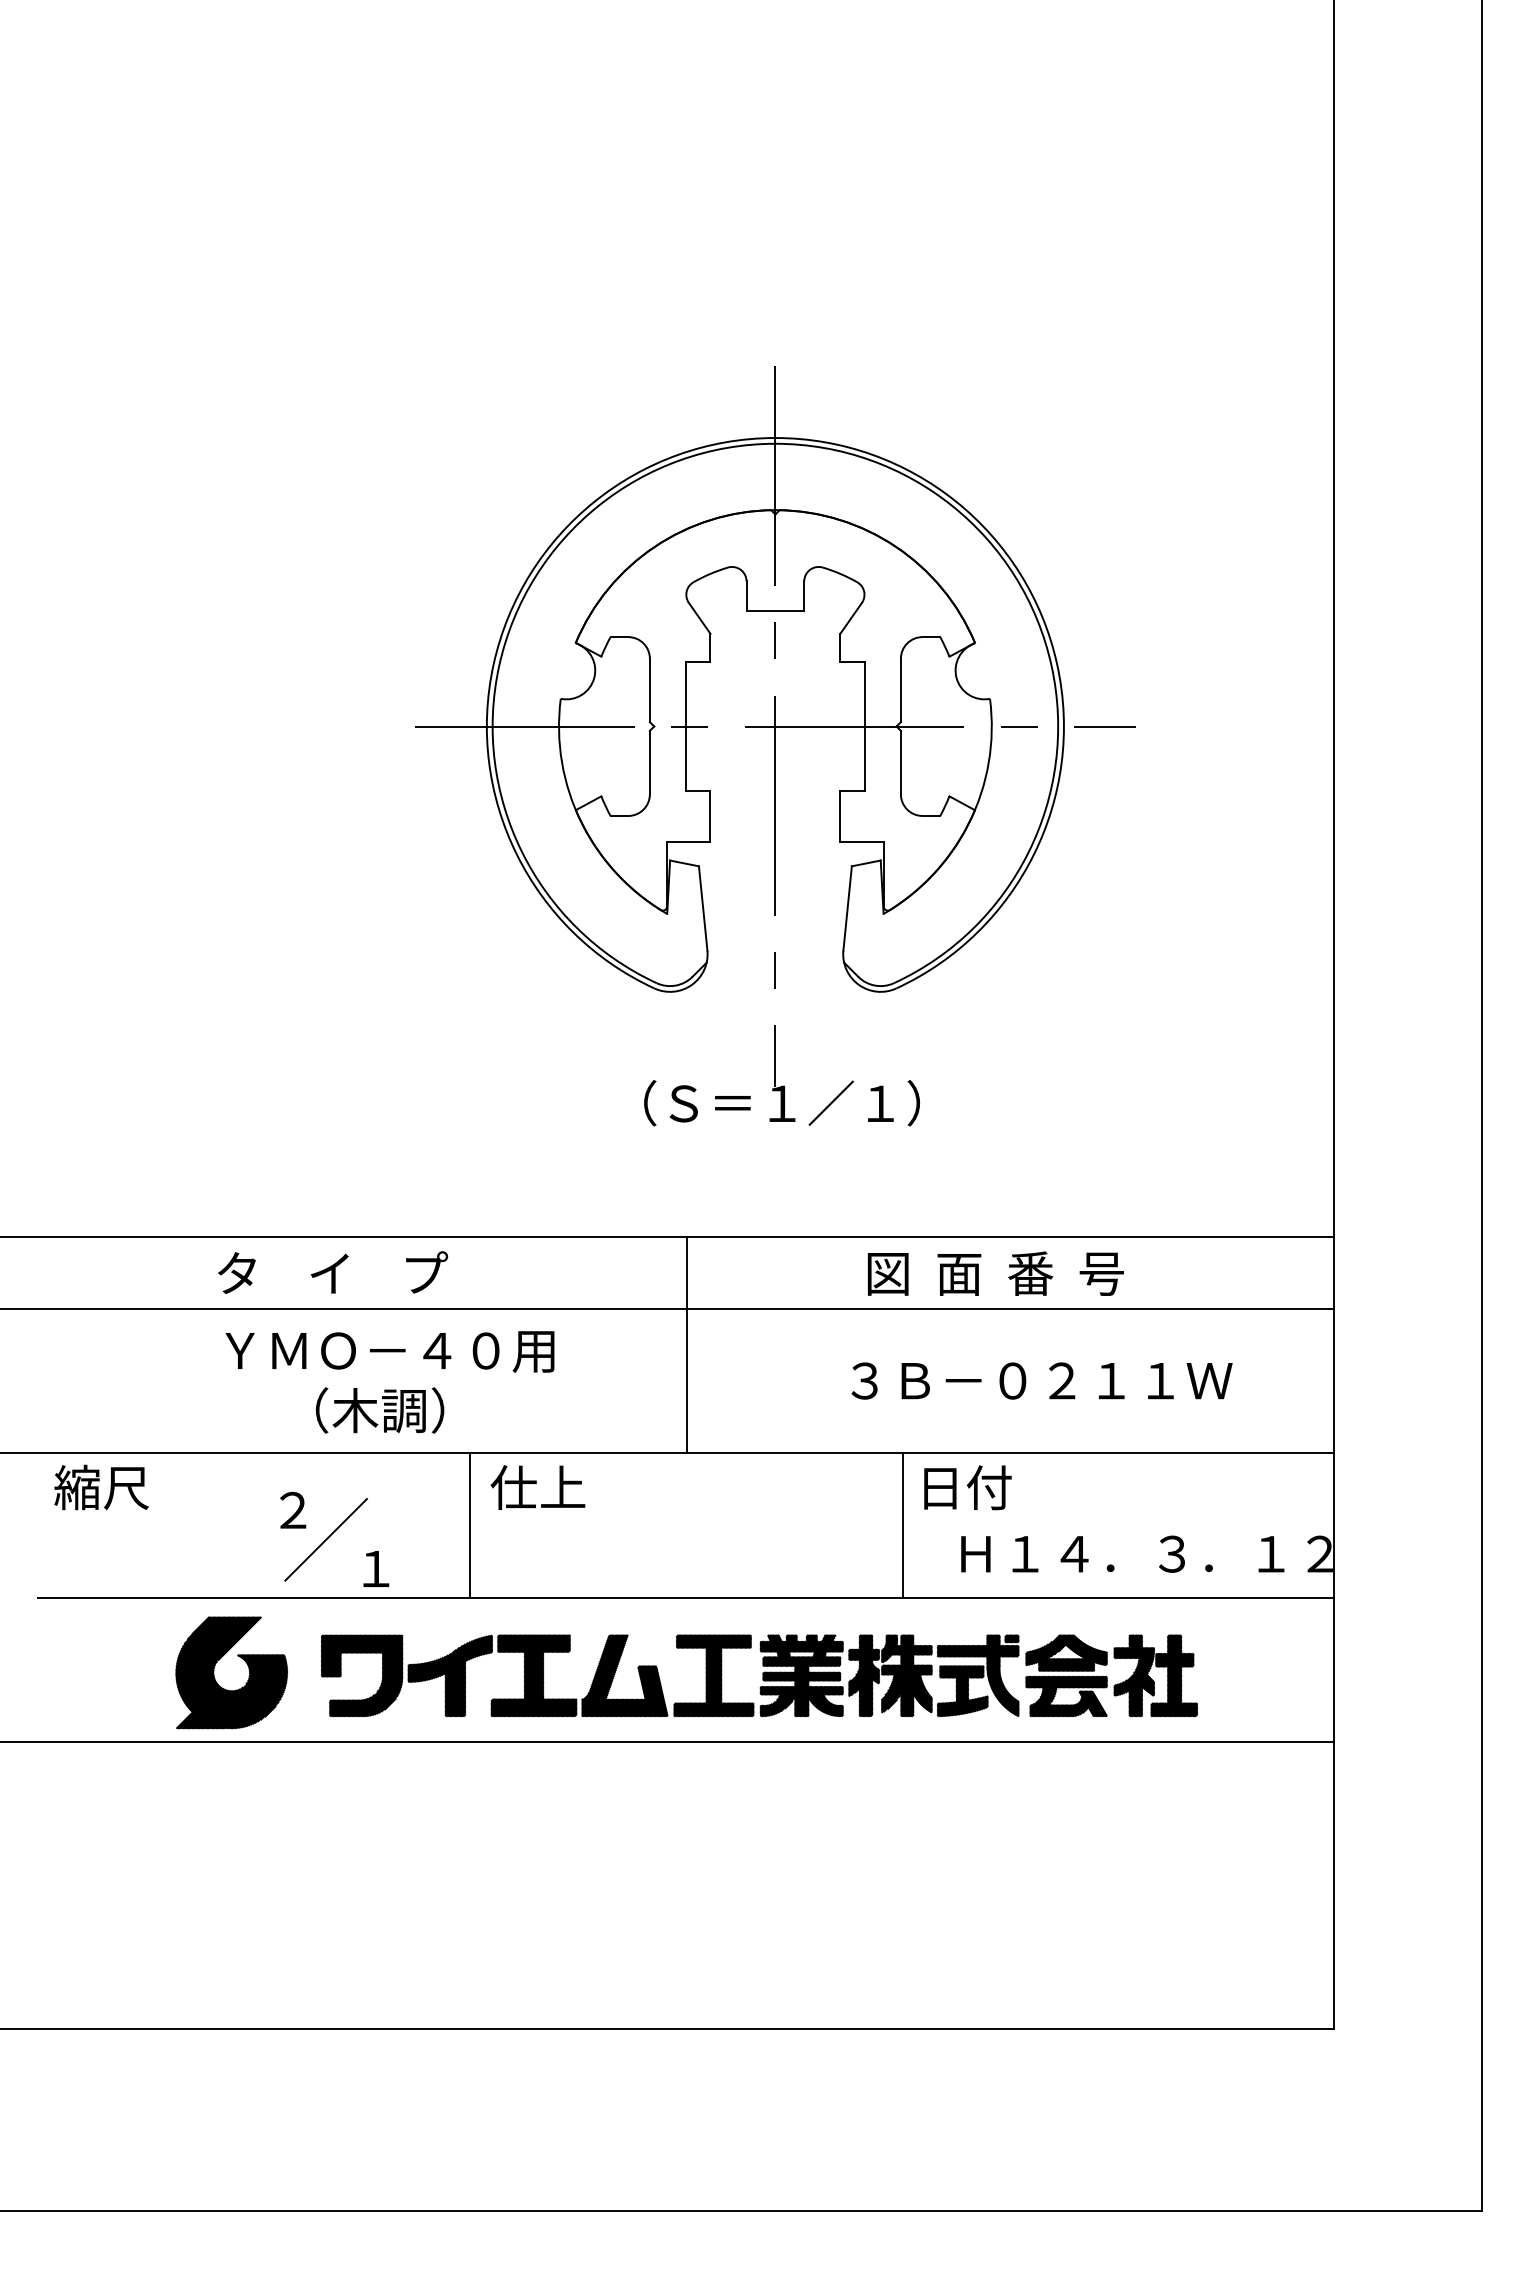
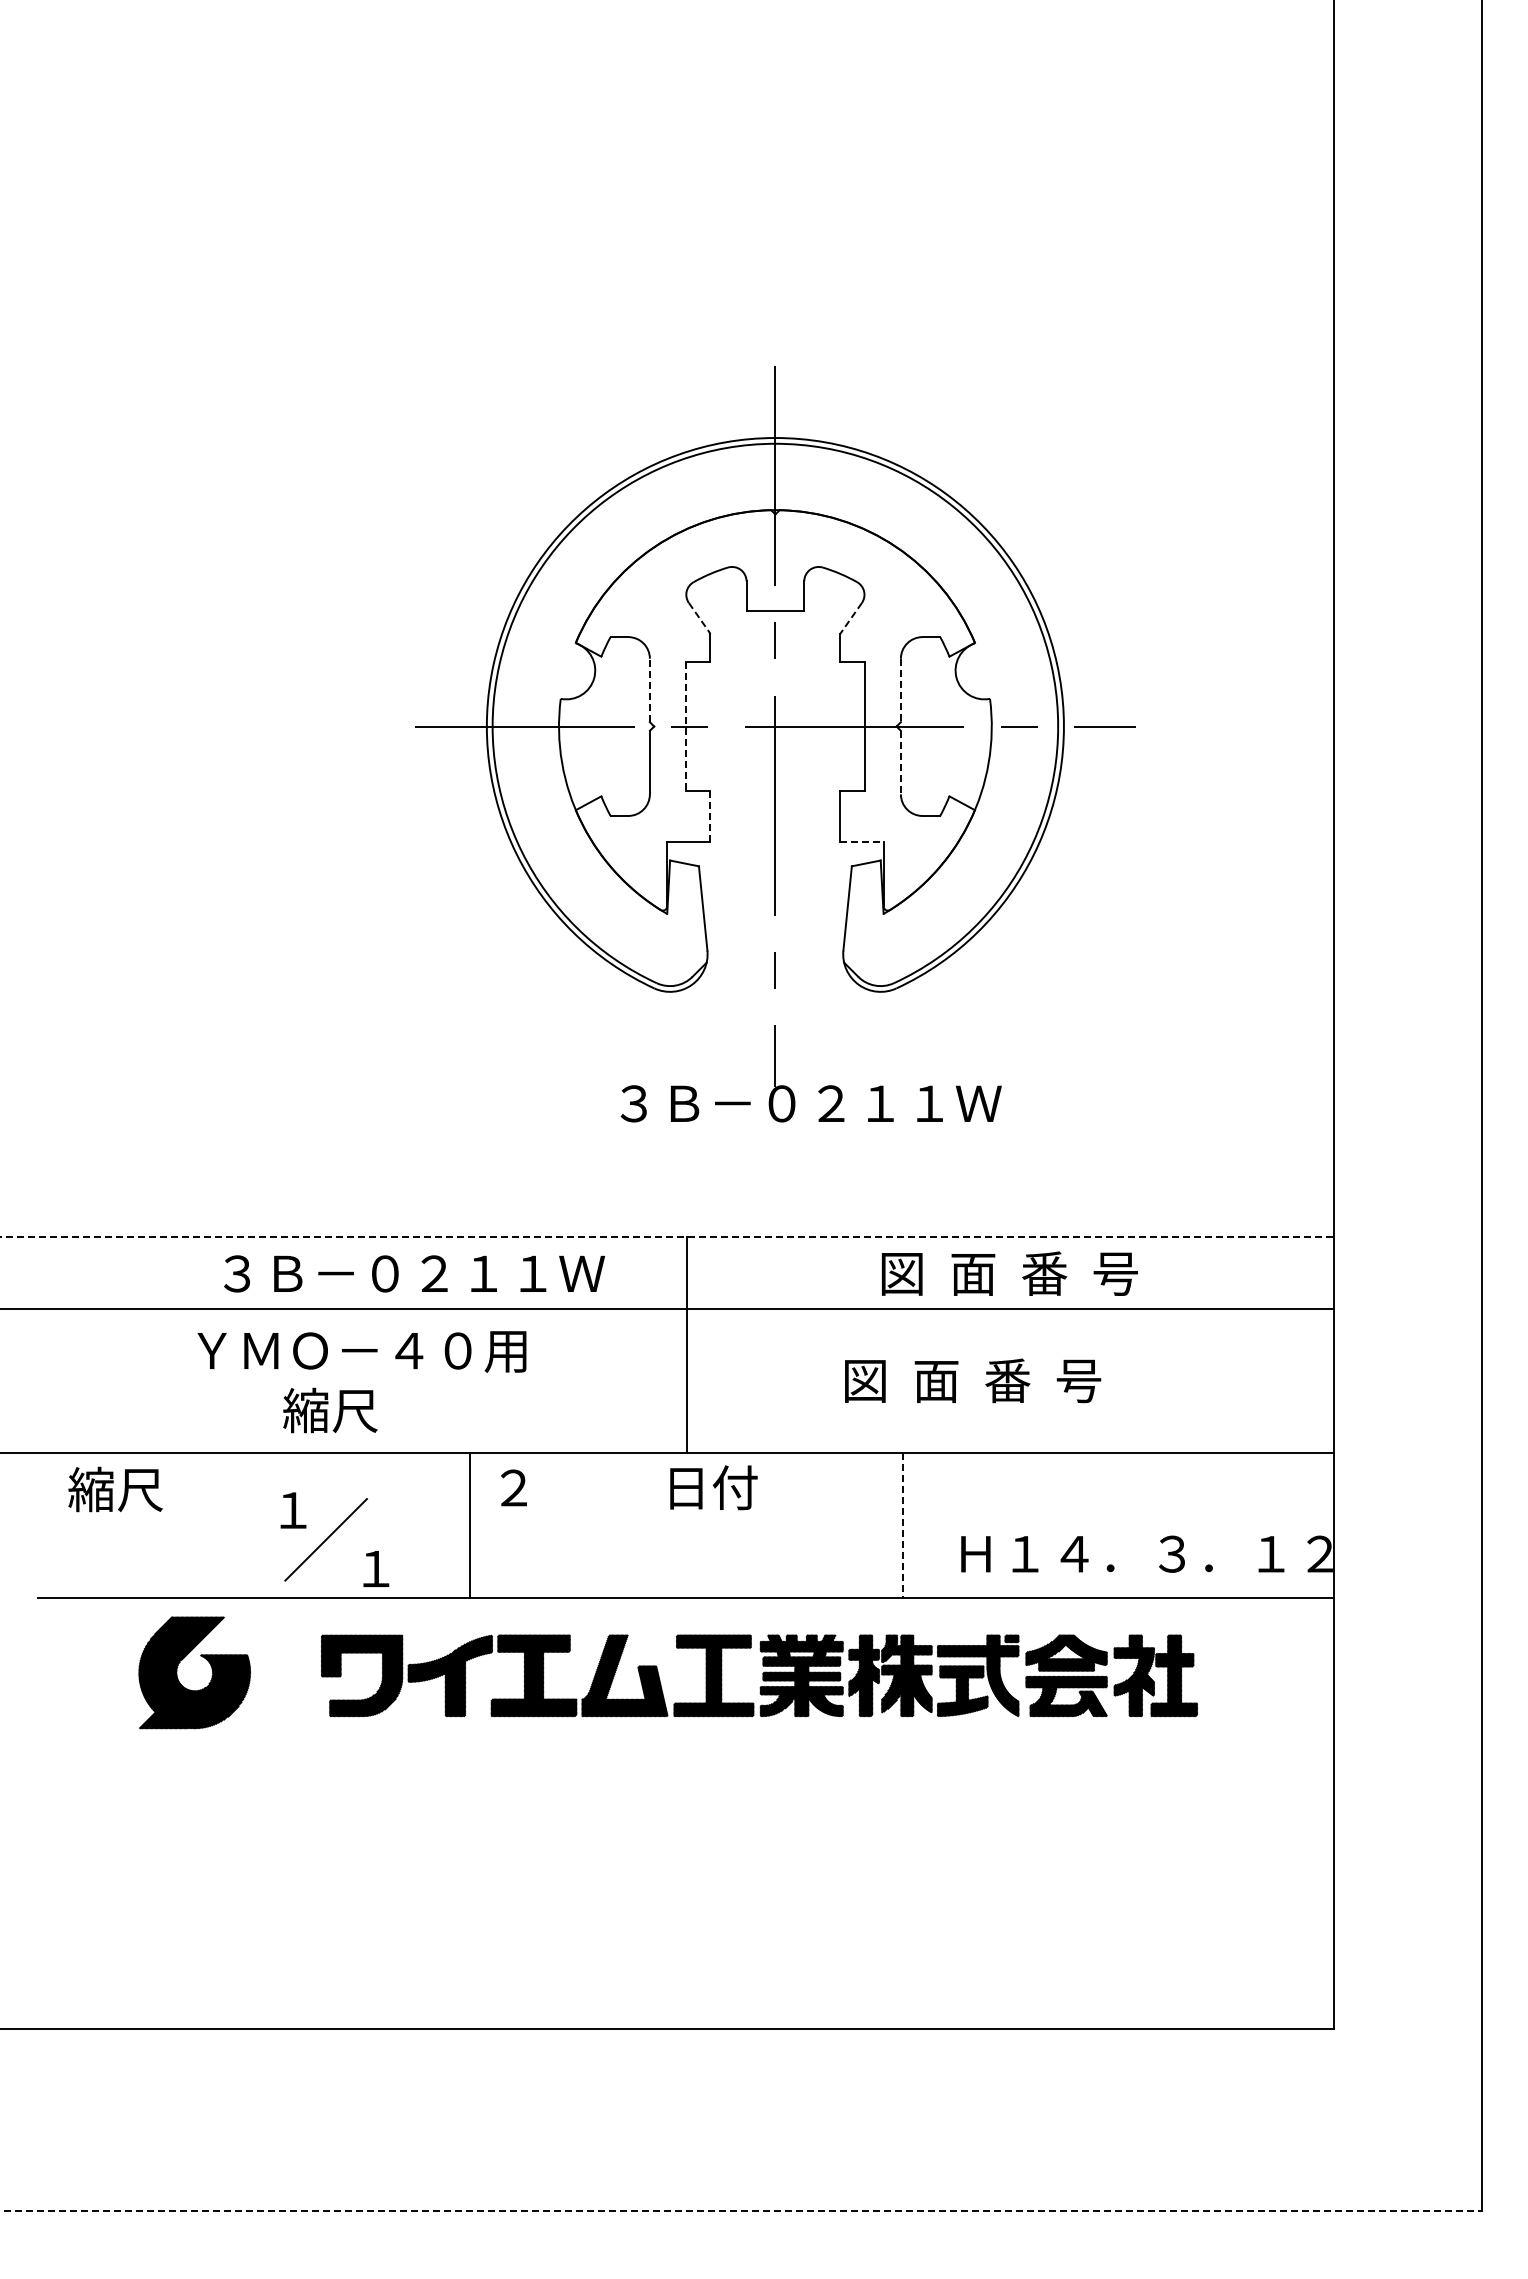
line at (699, 618): solid -> dashed
line at (851, 618): solid -> dashed
line at (649, 690): solid -> dashed
line at (900, 690): solid -> dashed
line at (685, 726): solid -> dashed
line at (900, 762): solid -> dashed
line at (710, 817): solid -> dashed
line at (861, 841): solid -> dashed
text at (810, 1103): （Ｓ＝１／１） -> ３Ｂ－０２１１Ｗ
line at (667, 1236): solid -> dashed
text at (411, 1272): タ    イ    プ -> ３Ｂ－０２１１Ｗ
text at (995, 1273) position: (995, 1273) -> (1009, 1273)
text at (389, 1351) position: (389, 1351) -> (361, 1351)
text at (1038, 1380): ３Ｂ－０２１１Ｗ -> 図  面  番  号
text at (363, 1410): （木調） -> 縮尺
text at (101, 1487) position: (101, 1487) -> (115, 1489)
text at (537, 1487): 仕上 -> ２
text at (967, 1487) position: (967, 1487) -> (713, 1487)
text at (293, 1509): ２ -> １
line at (903, 1525): solid -> dashed
part at (215, 1667) position: (215, 1667) -> (178, 1667)
line at (668, 1741): present -> none
line at (741, 2210): solid -> dashed
